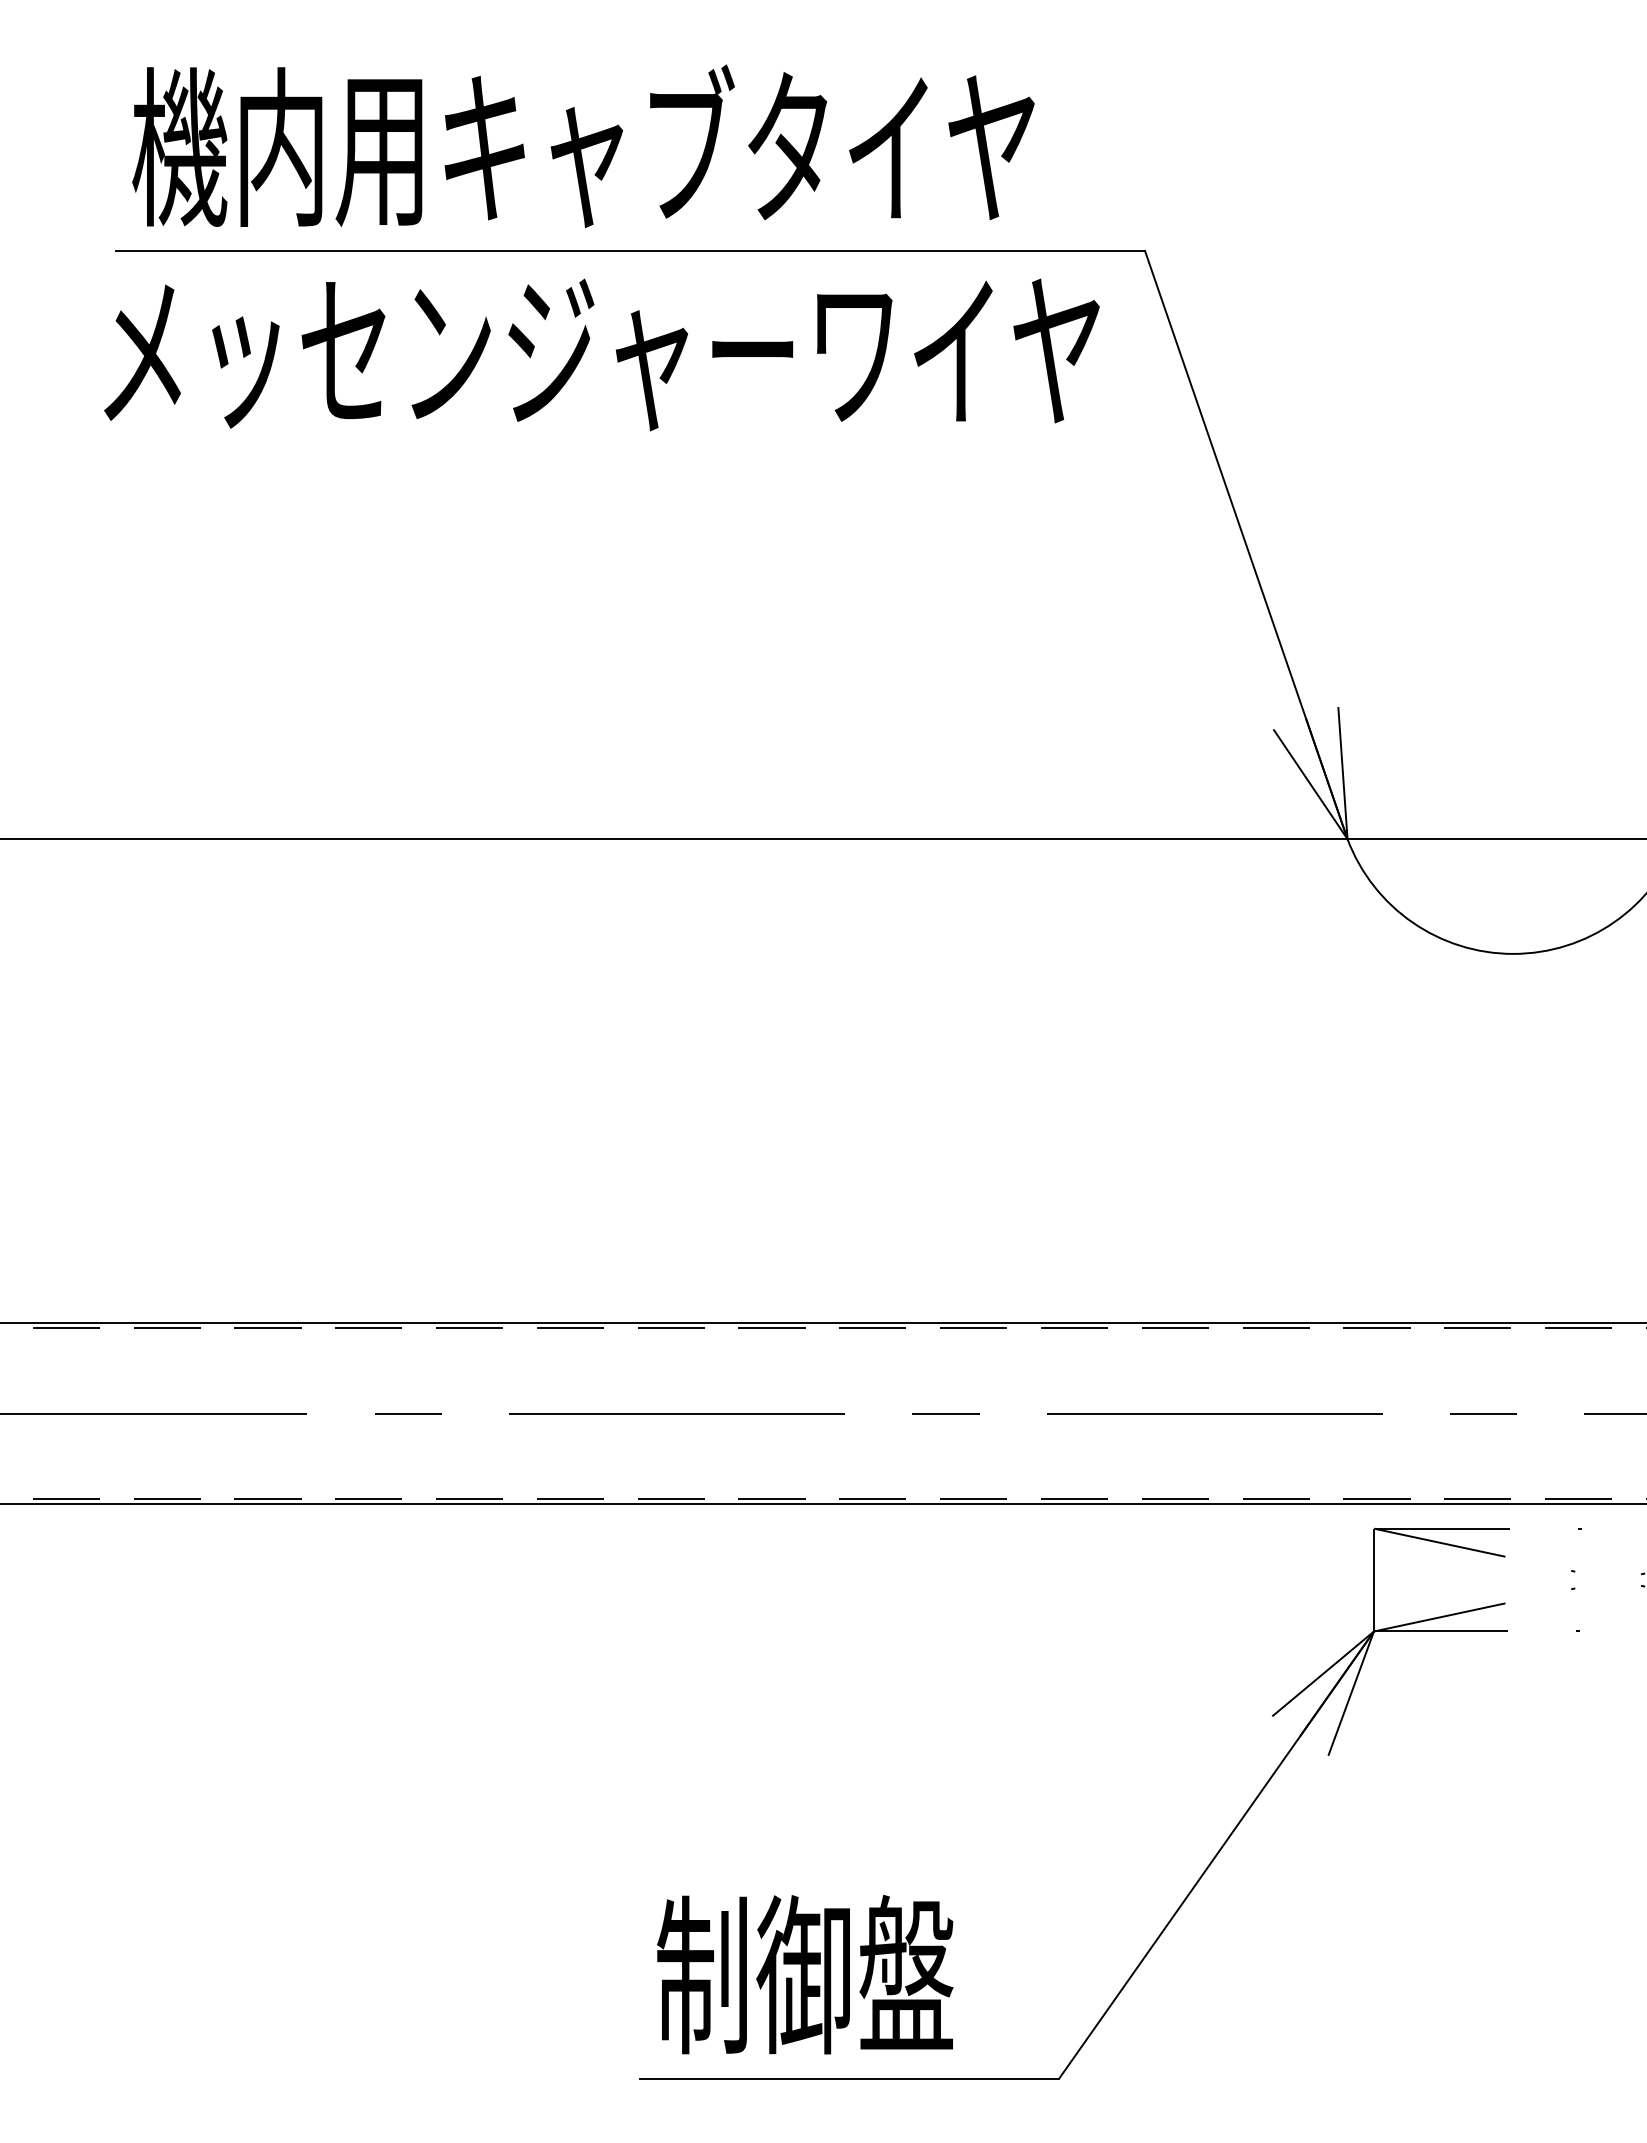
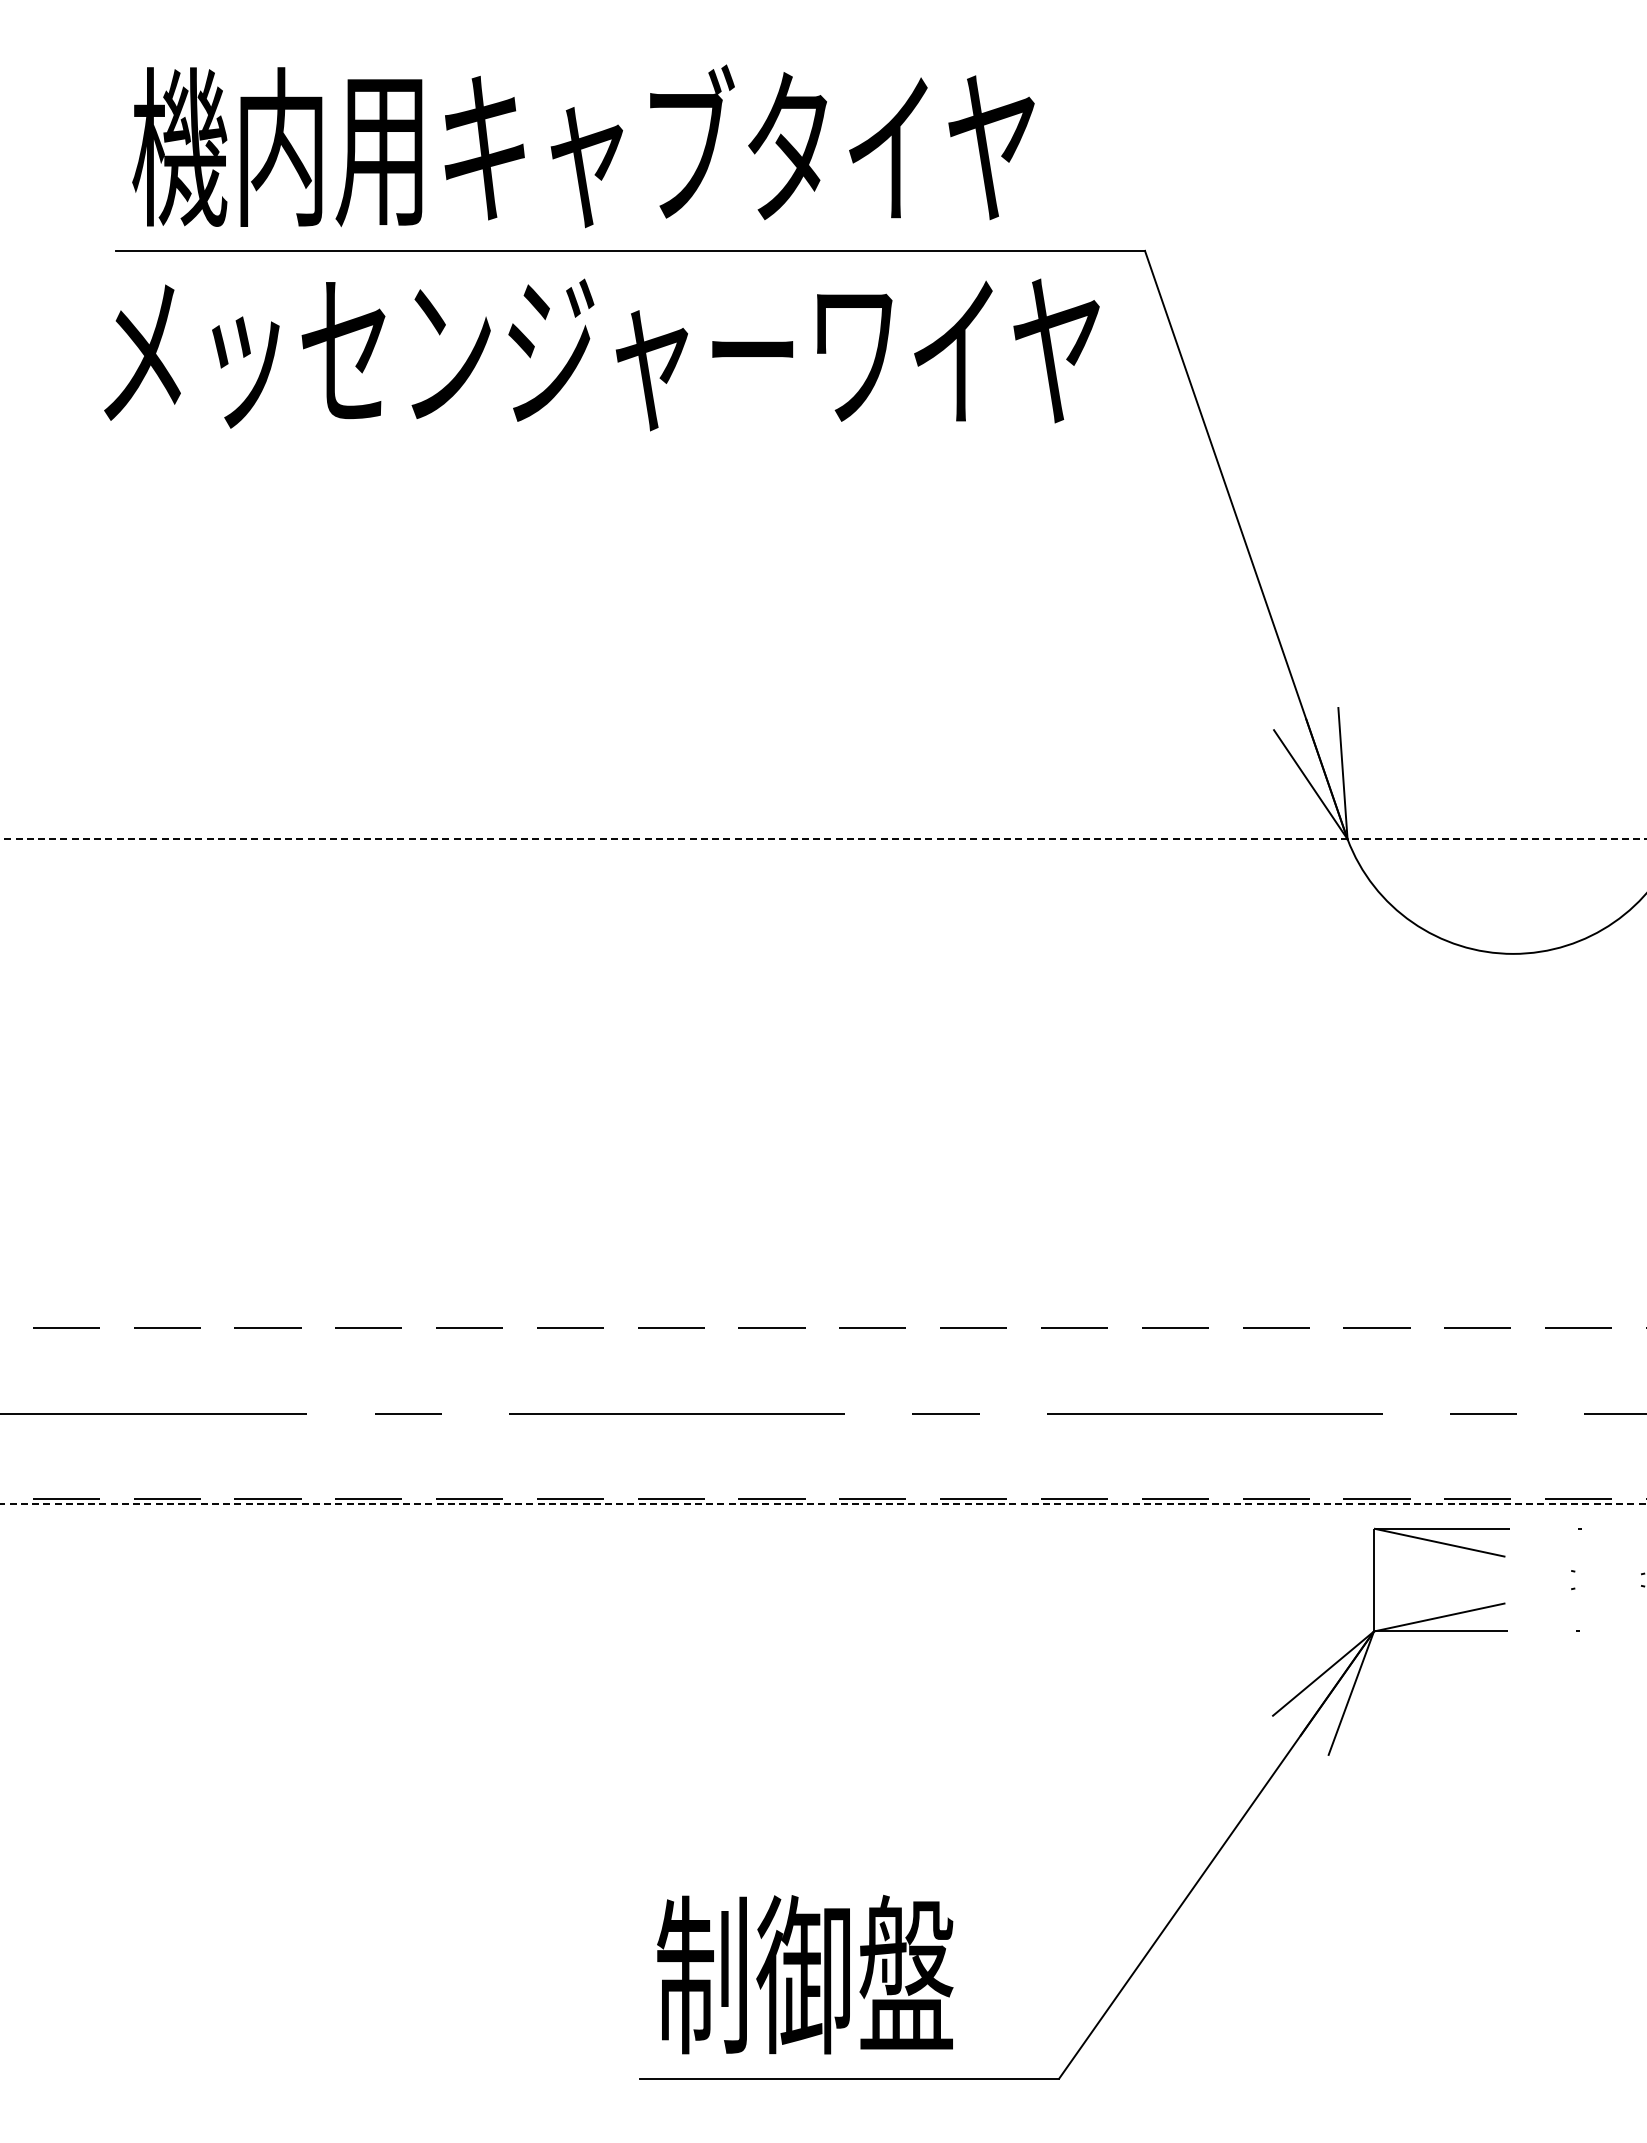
line at (823, 839): solid -> dashed
line at (822, 1323): present -> none
line at (823, 1504): solid -> dashed
